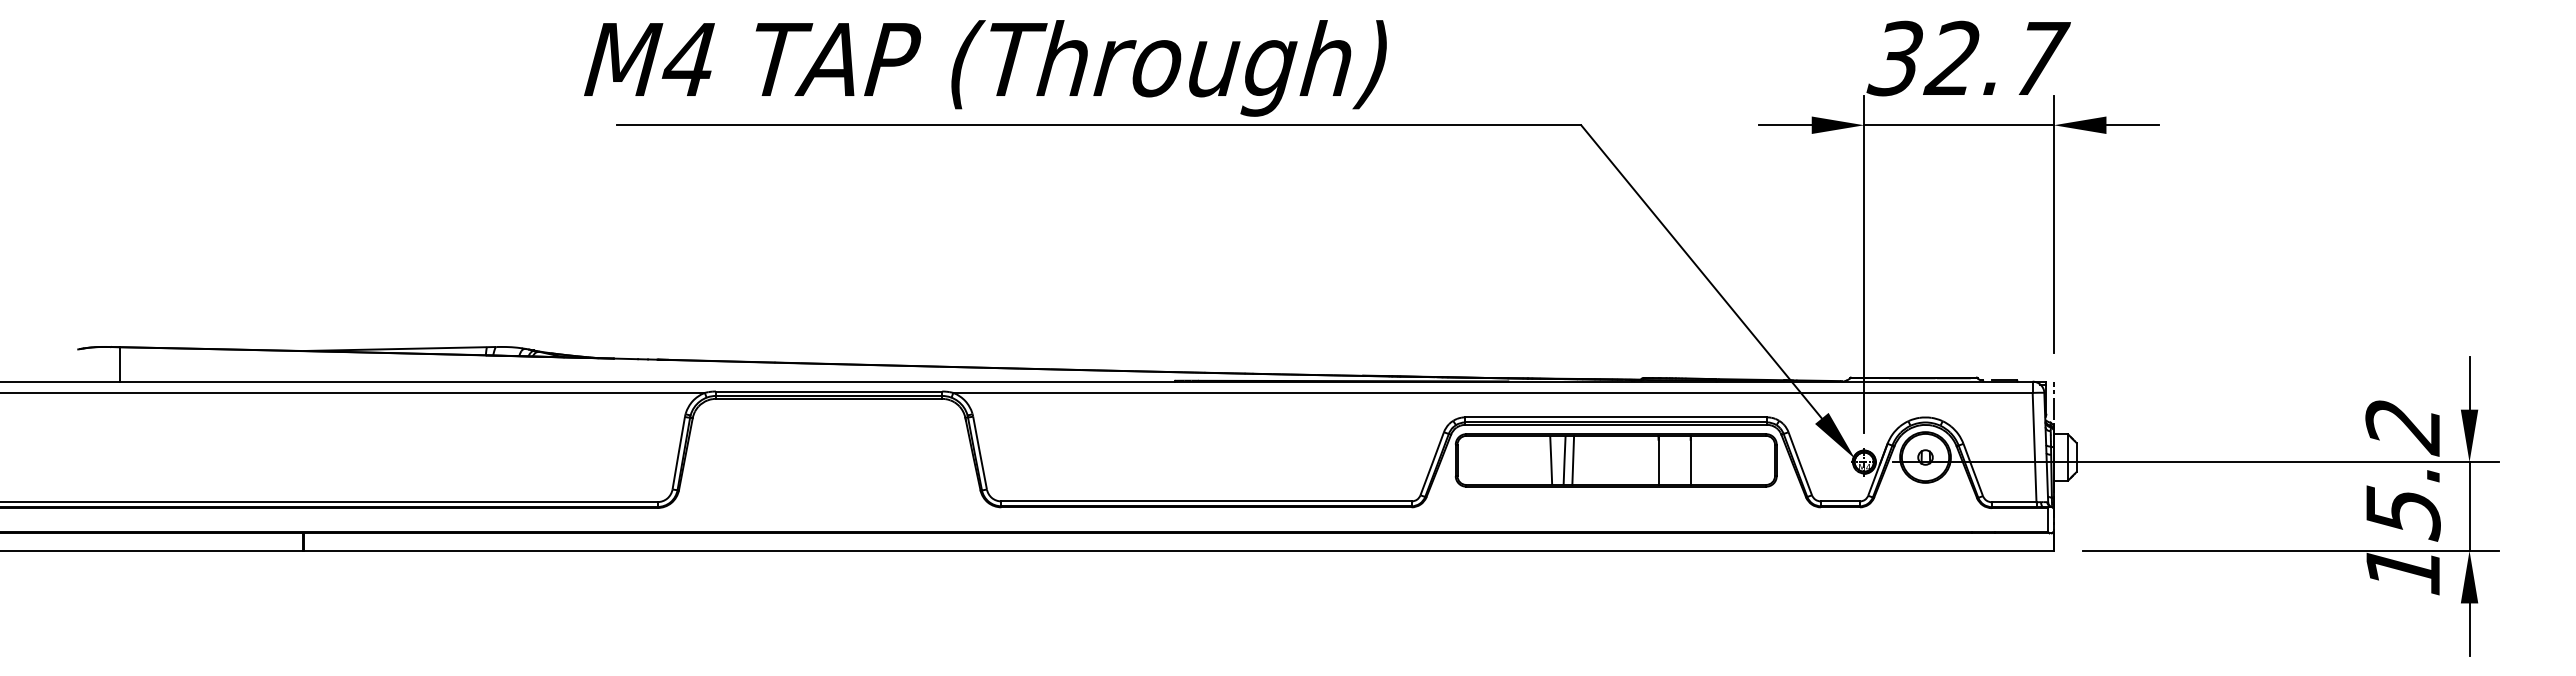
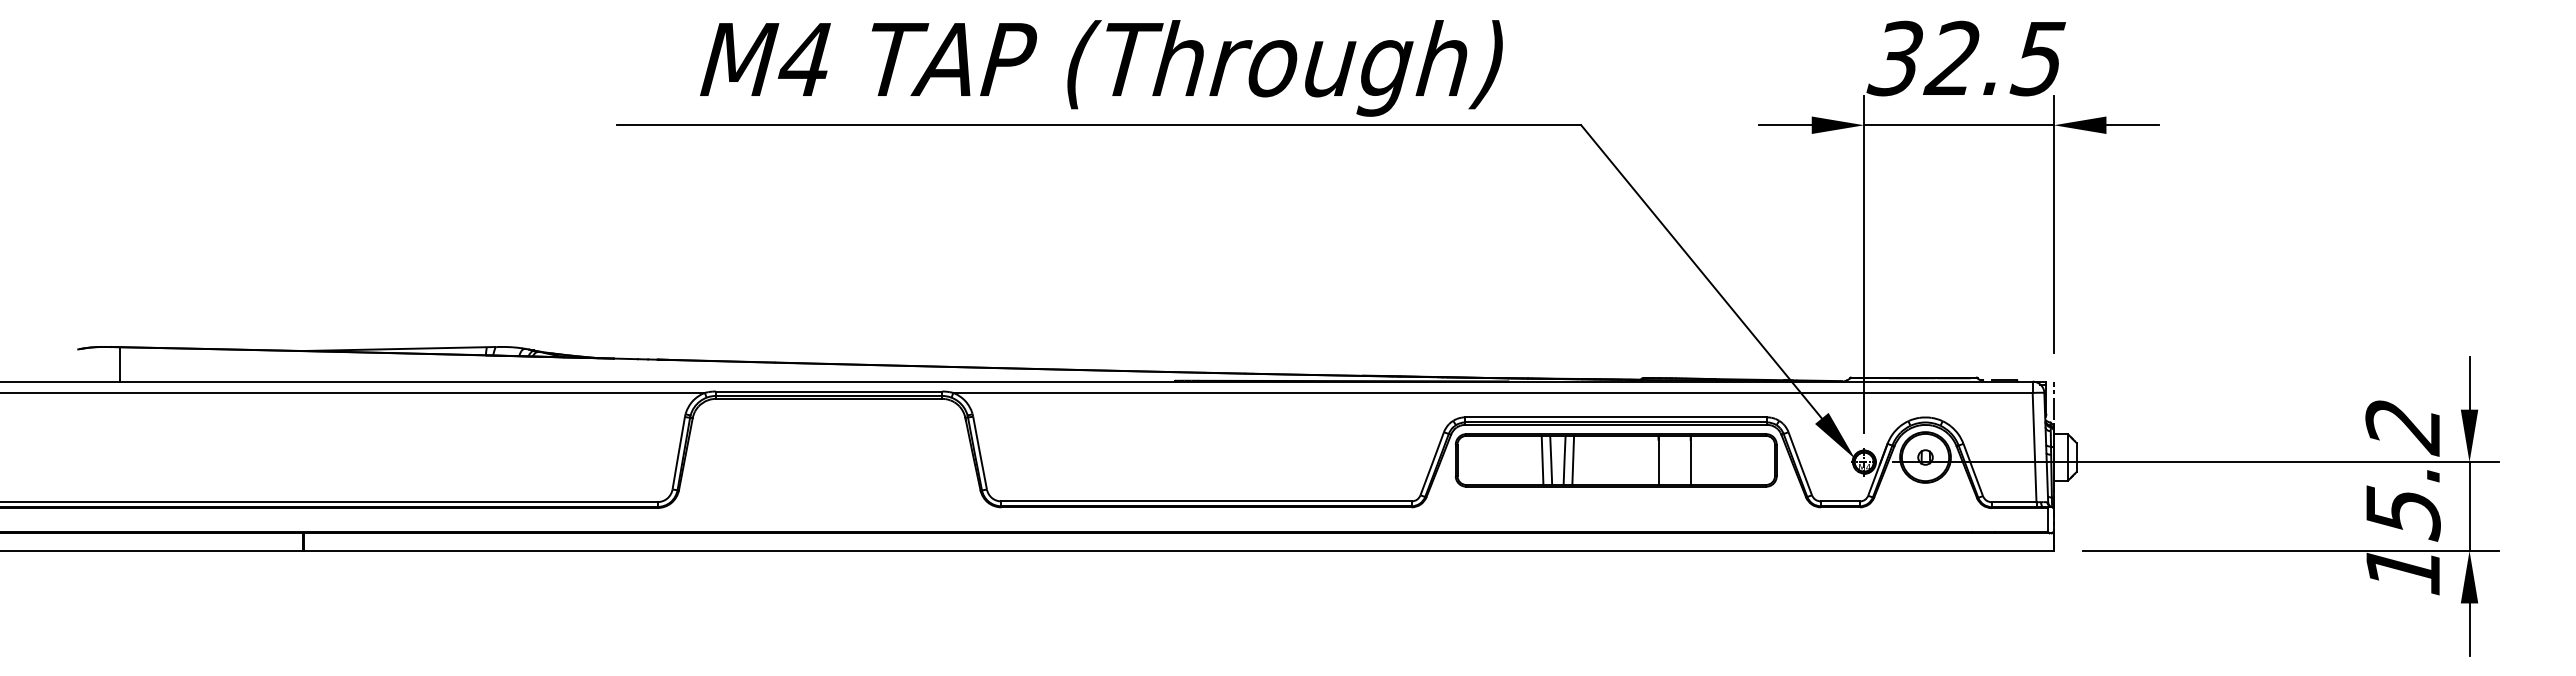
text at (2039, 59): 32.7 -> 32.5
text at (985, 68) position: (985, 68) -> (1101, 68)
line at (1542, 459): none -> present
